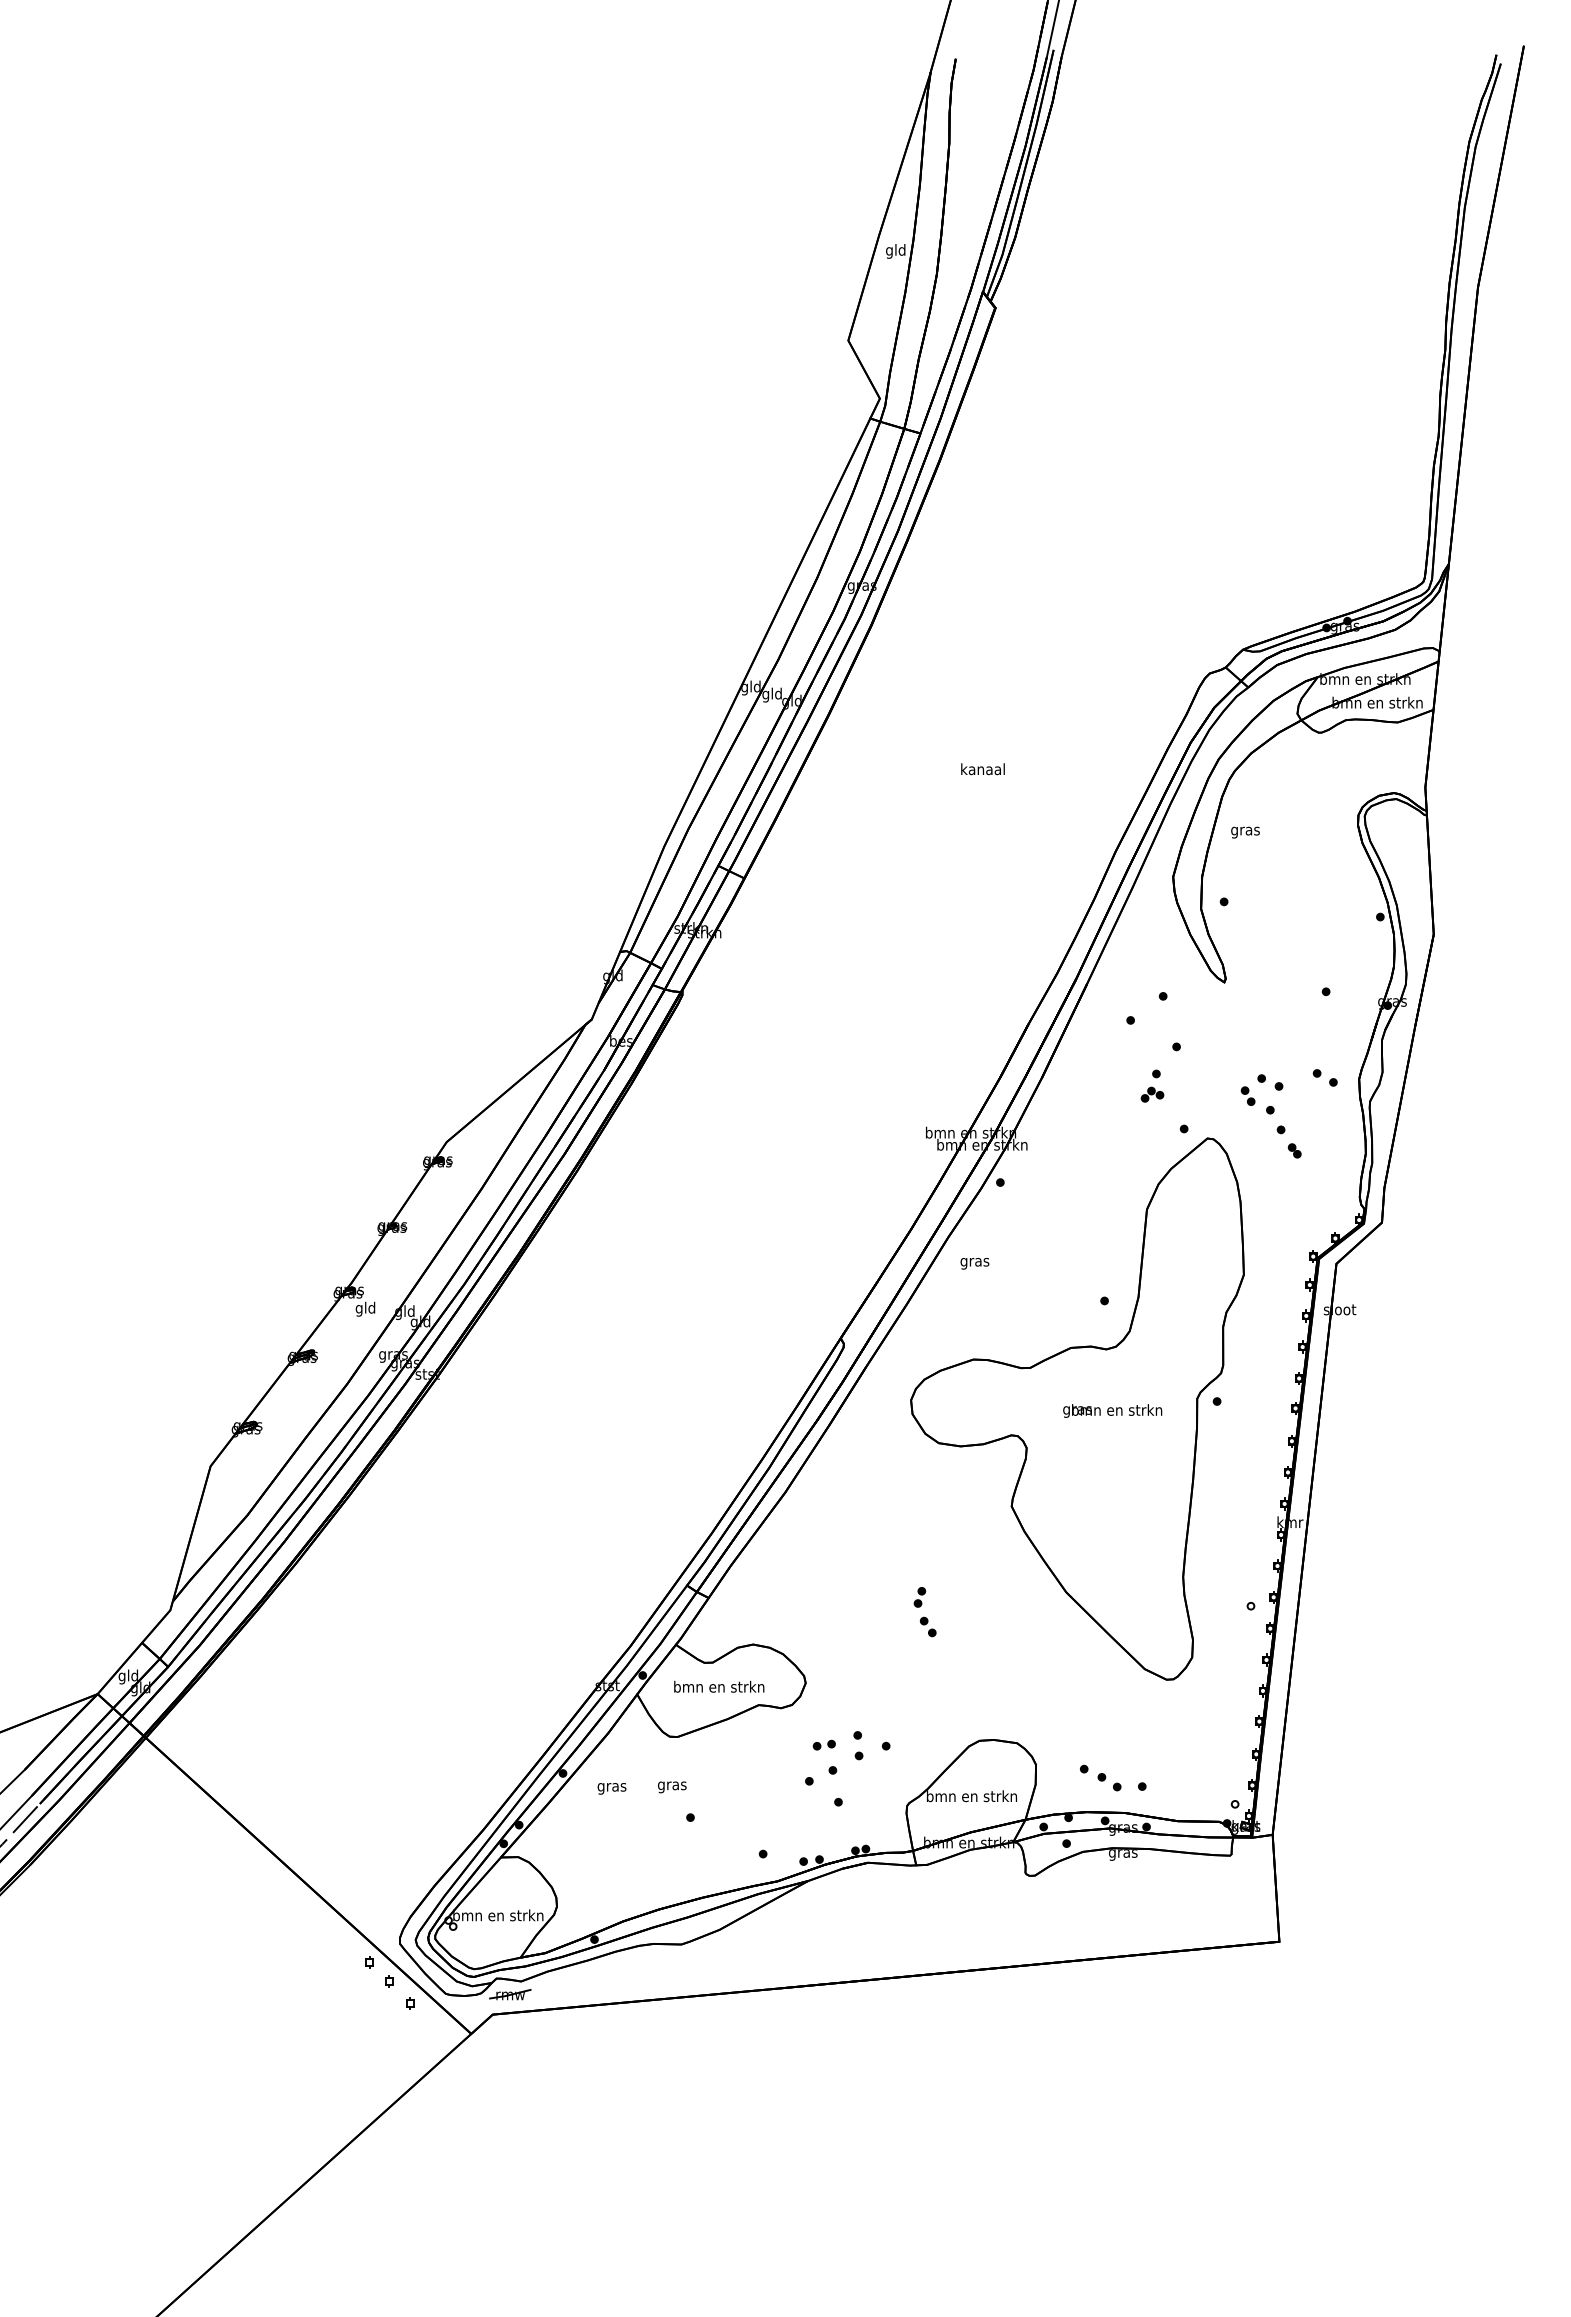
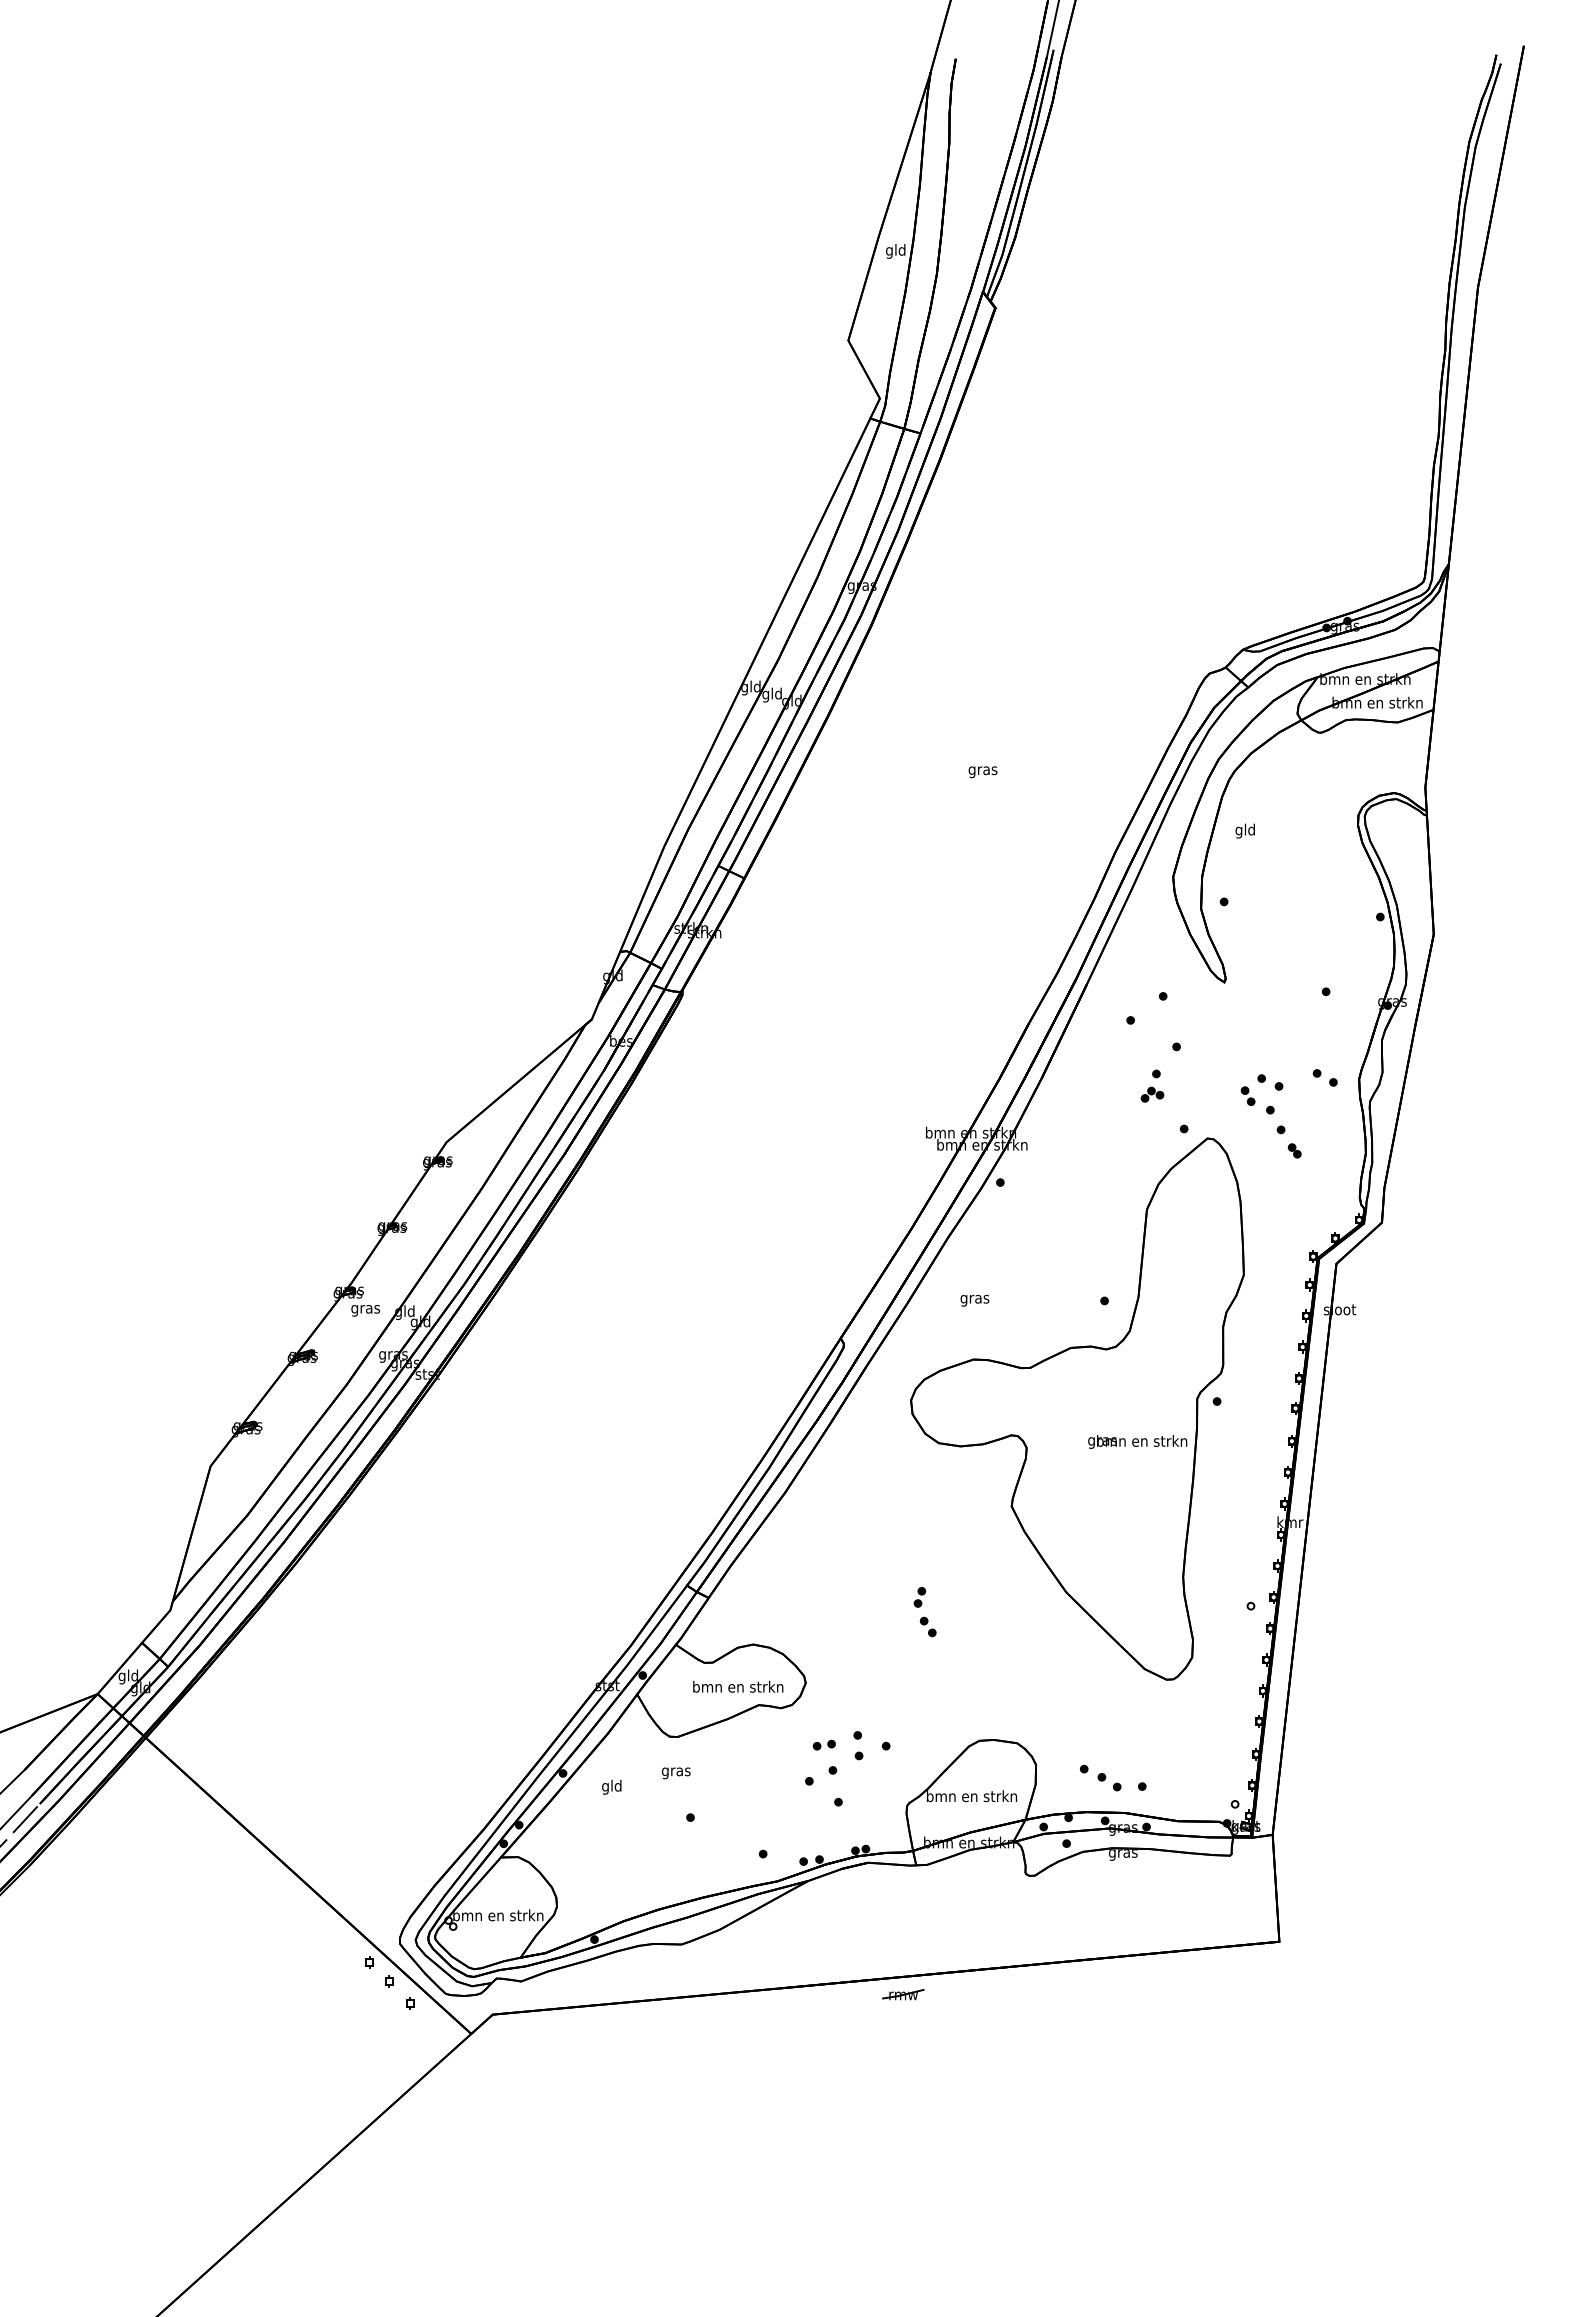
text at (982, 770): kanaal -> gras
text at (1245, 830): gras -> gld
text at (974, 1263) position: (974, 1263) -> (974, 1300)
text at (365, 1308): gld -> gras
text at (1112, 1410) position: (1112, 1410) -> (1137, 1441)
text at (719, 1686) position: (719, 1686) -> (738, 1686)
text at (611, 1786): gras -> gld
text at (672, 1787) position: (672, 1787) -> (676, 1773)
part at (510, 1994) position: (510, 1994) -> (903, 1994)
